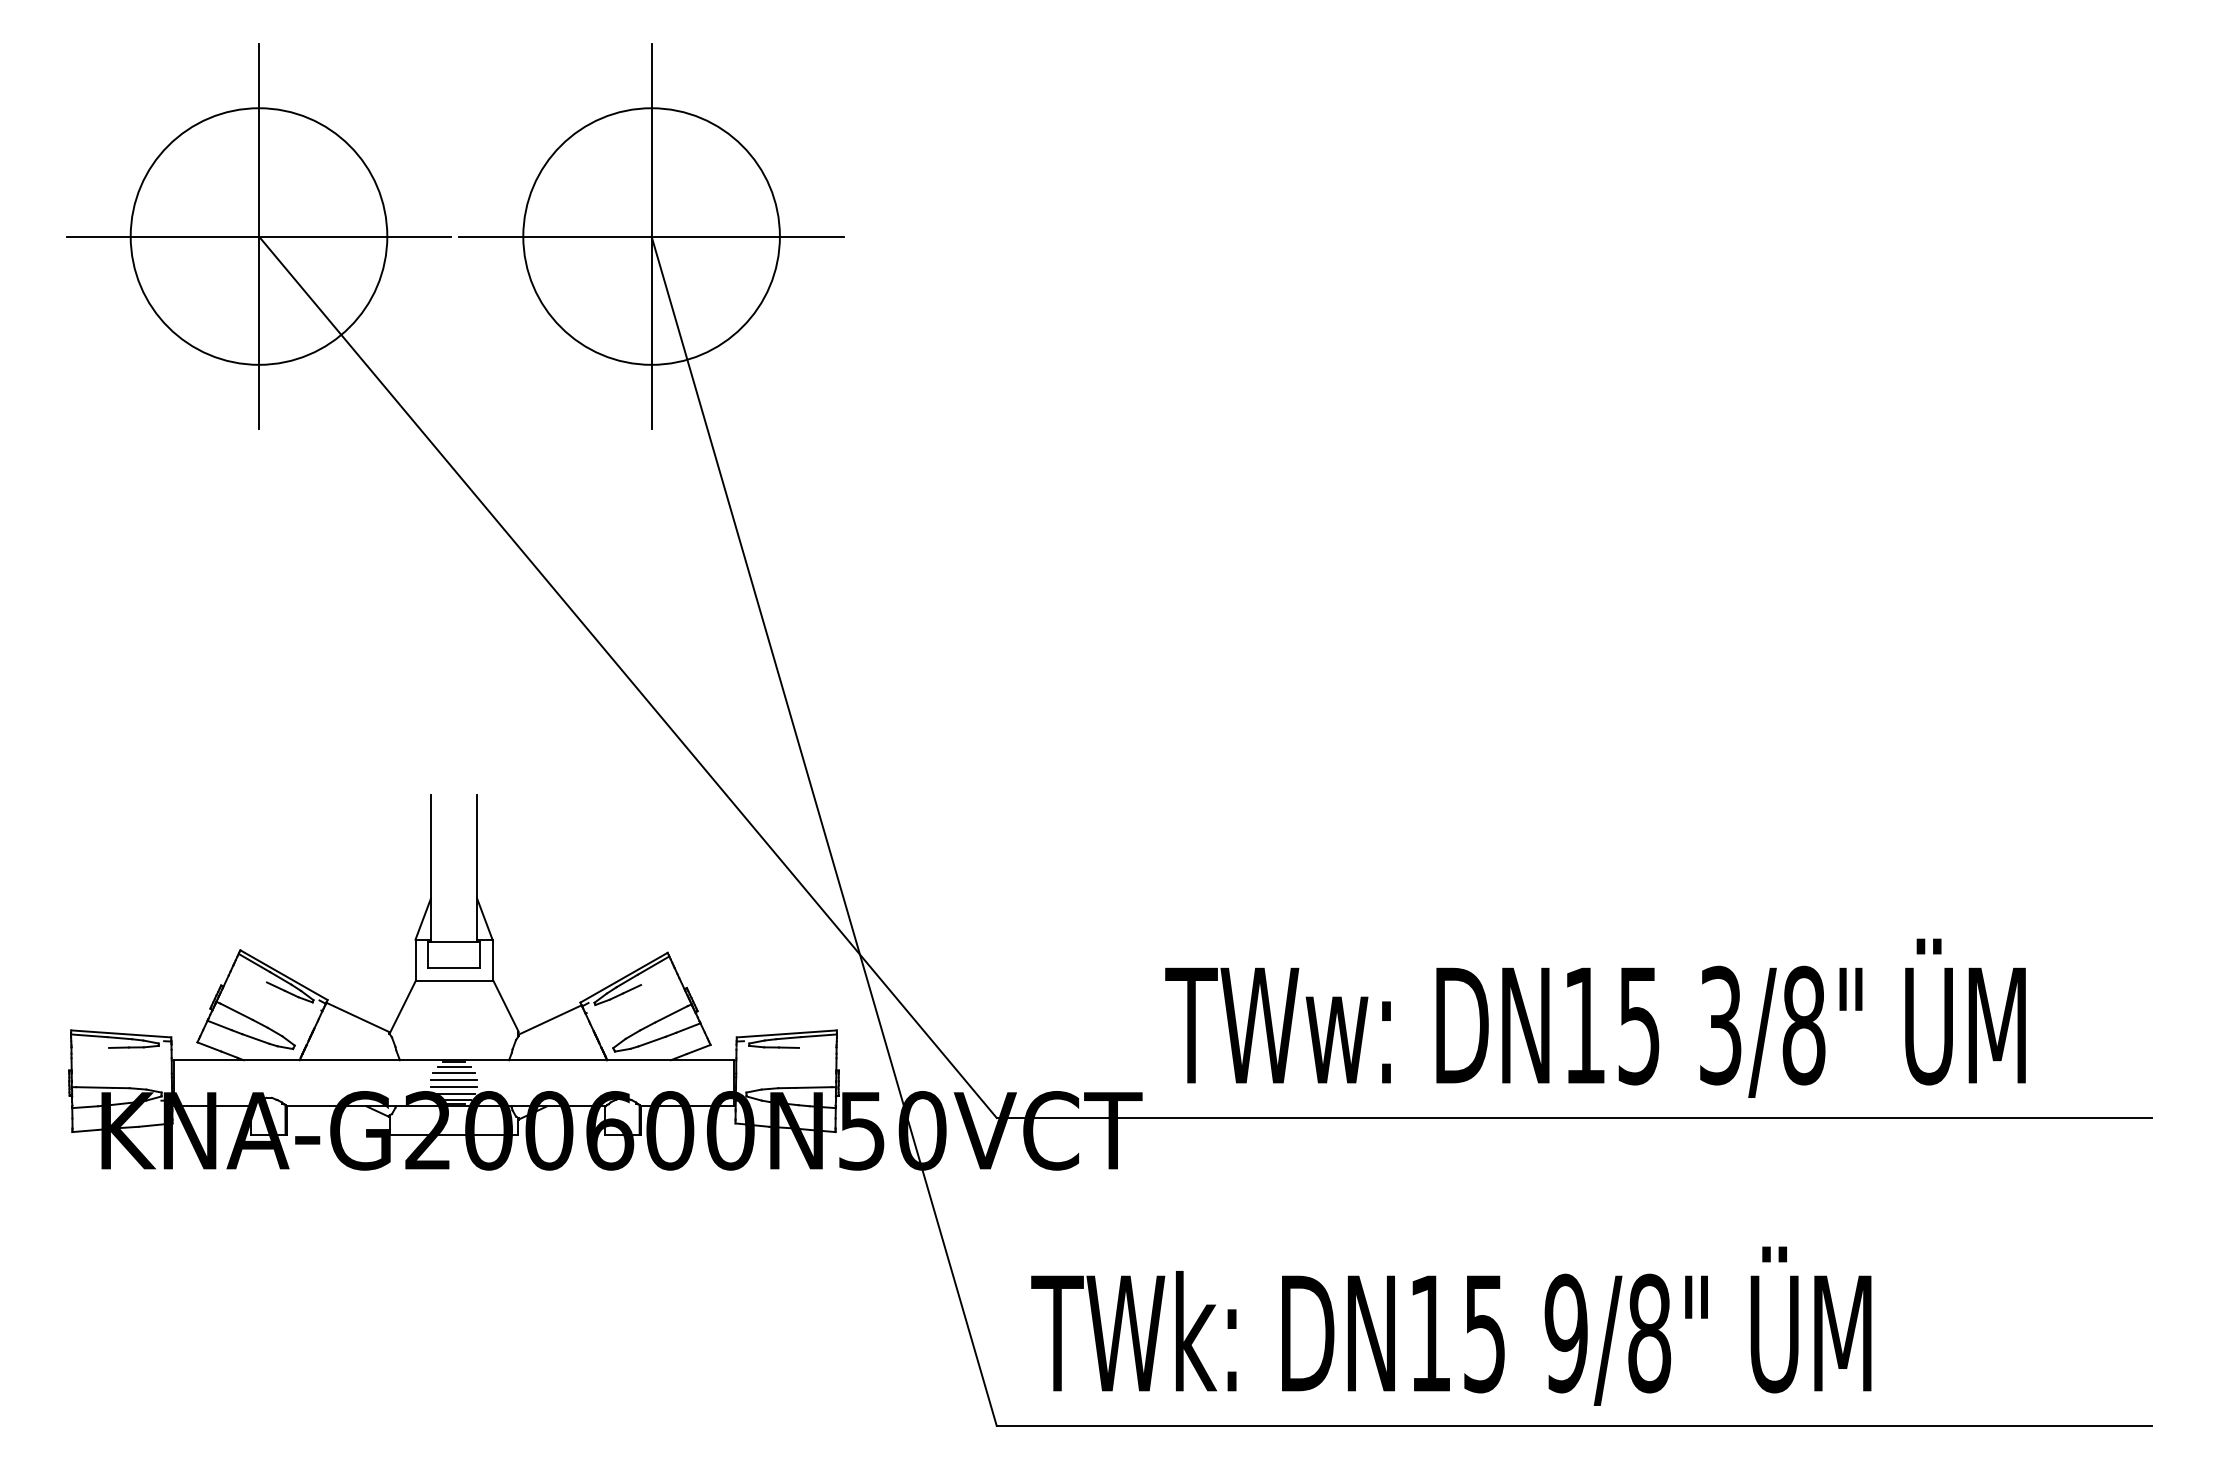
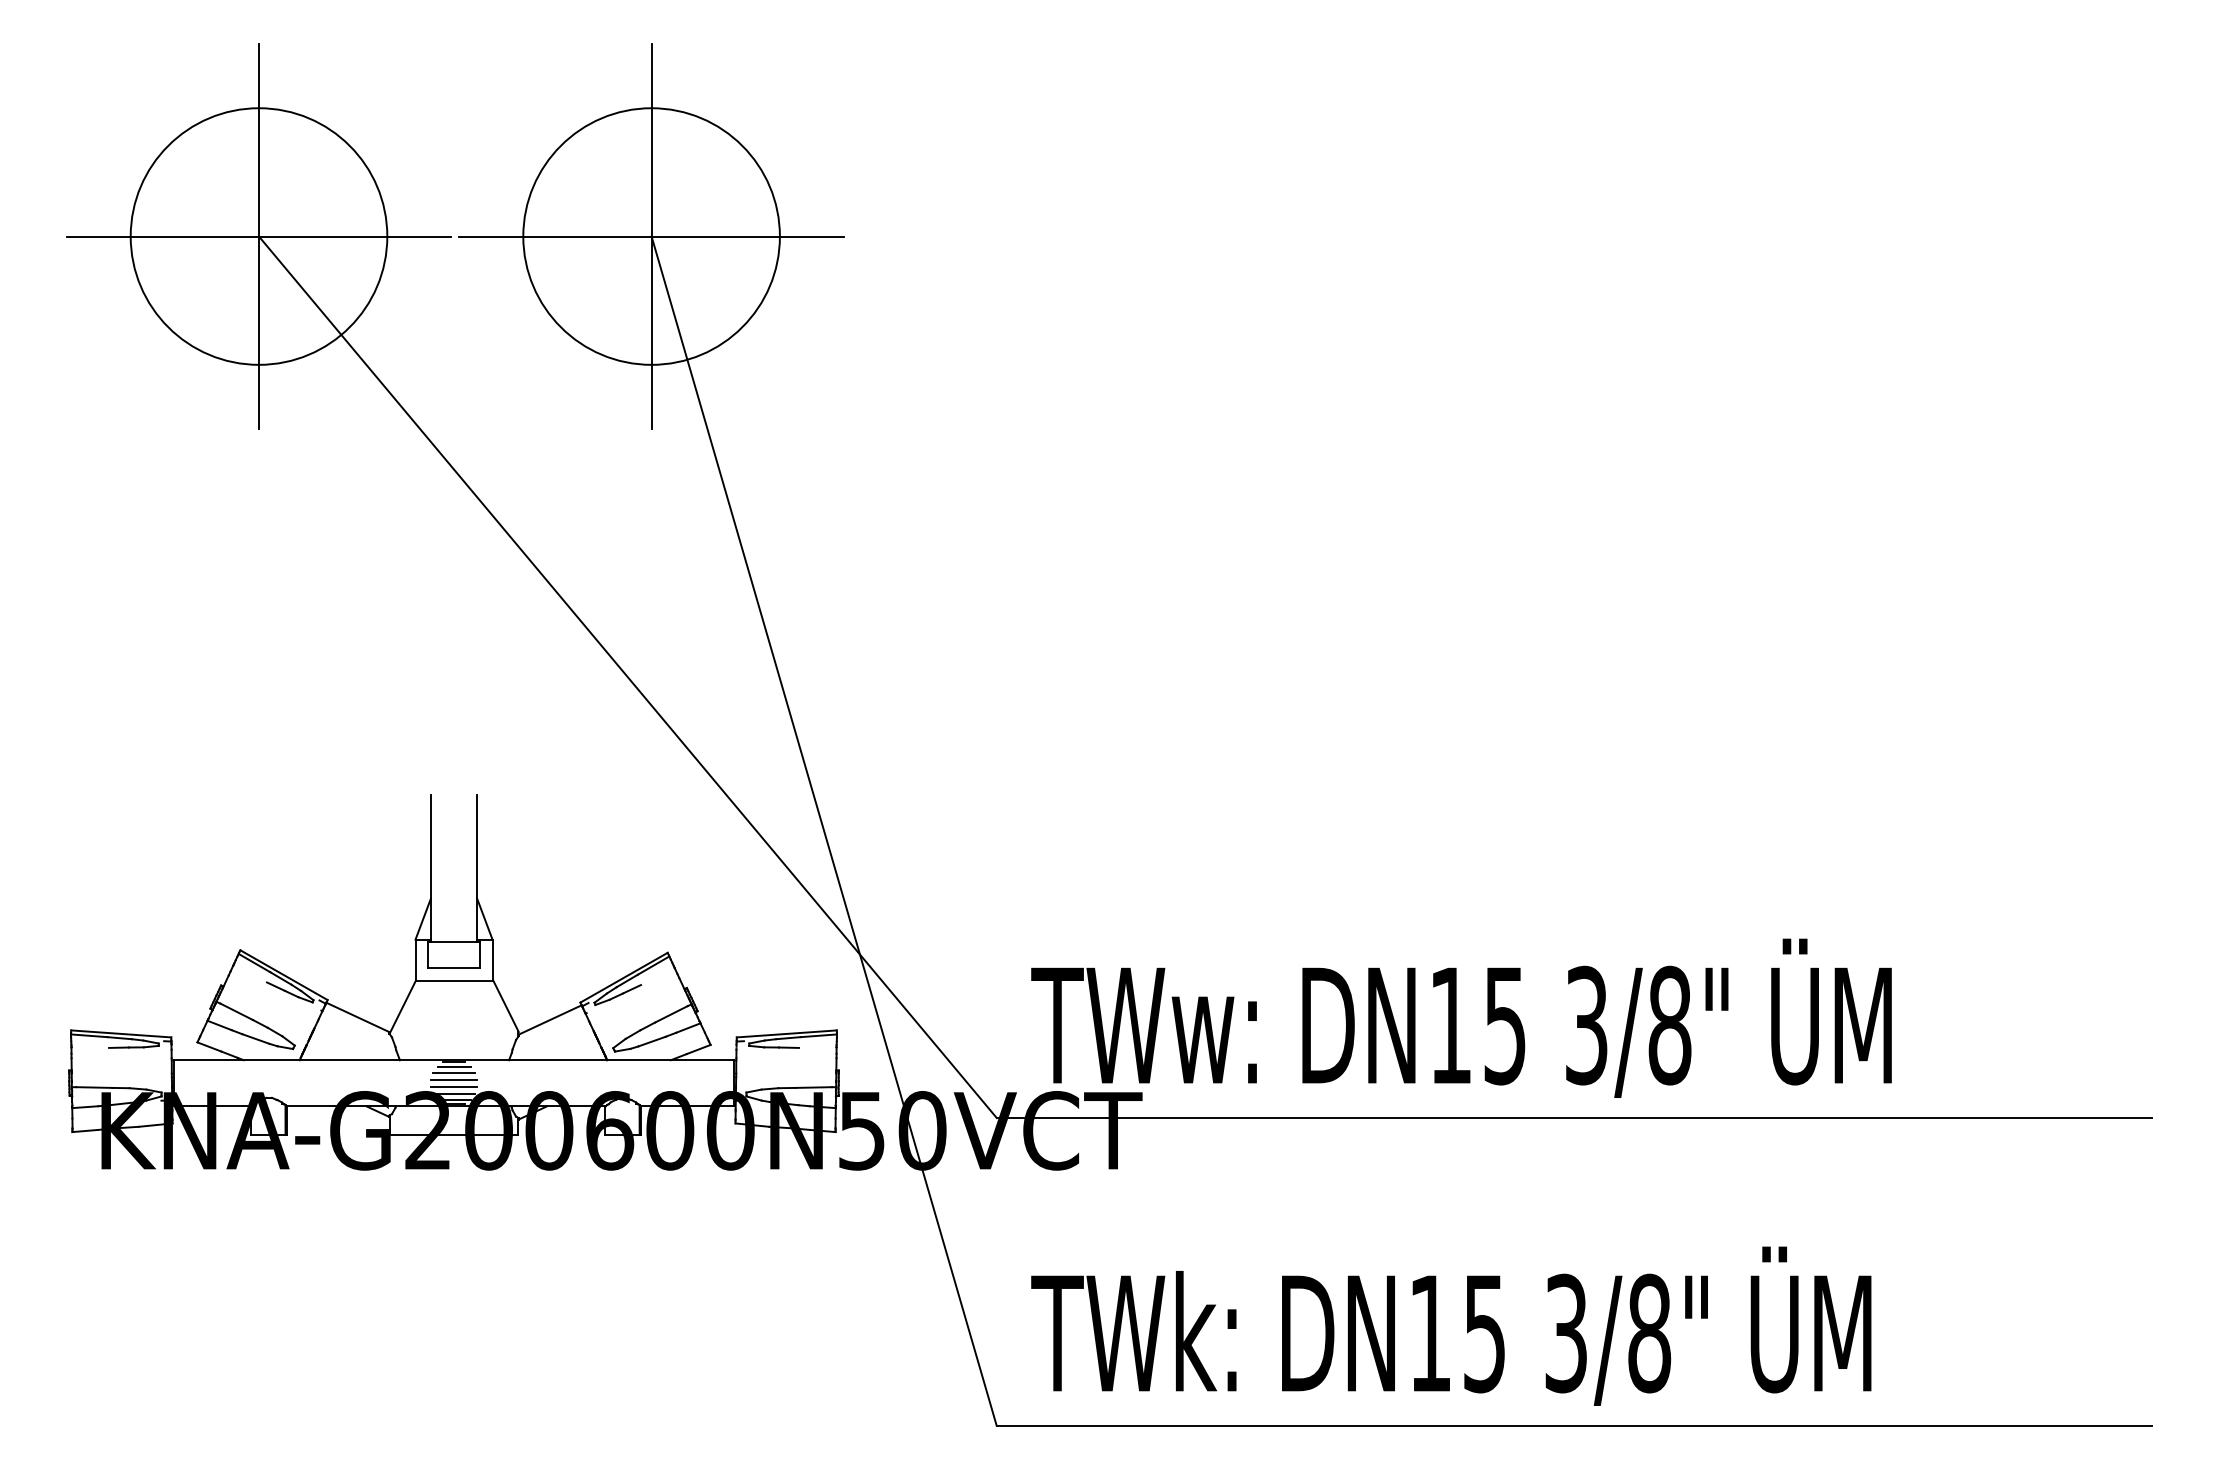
text at (1595, 1017) position: (1595, 1017) -> (1461, 1017)
text at (1565, 1333): 9/8" -> 3/8"
